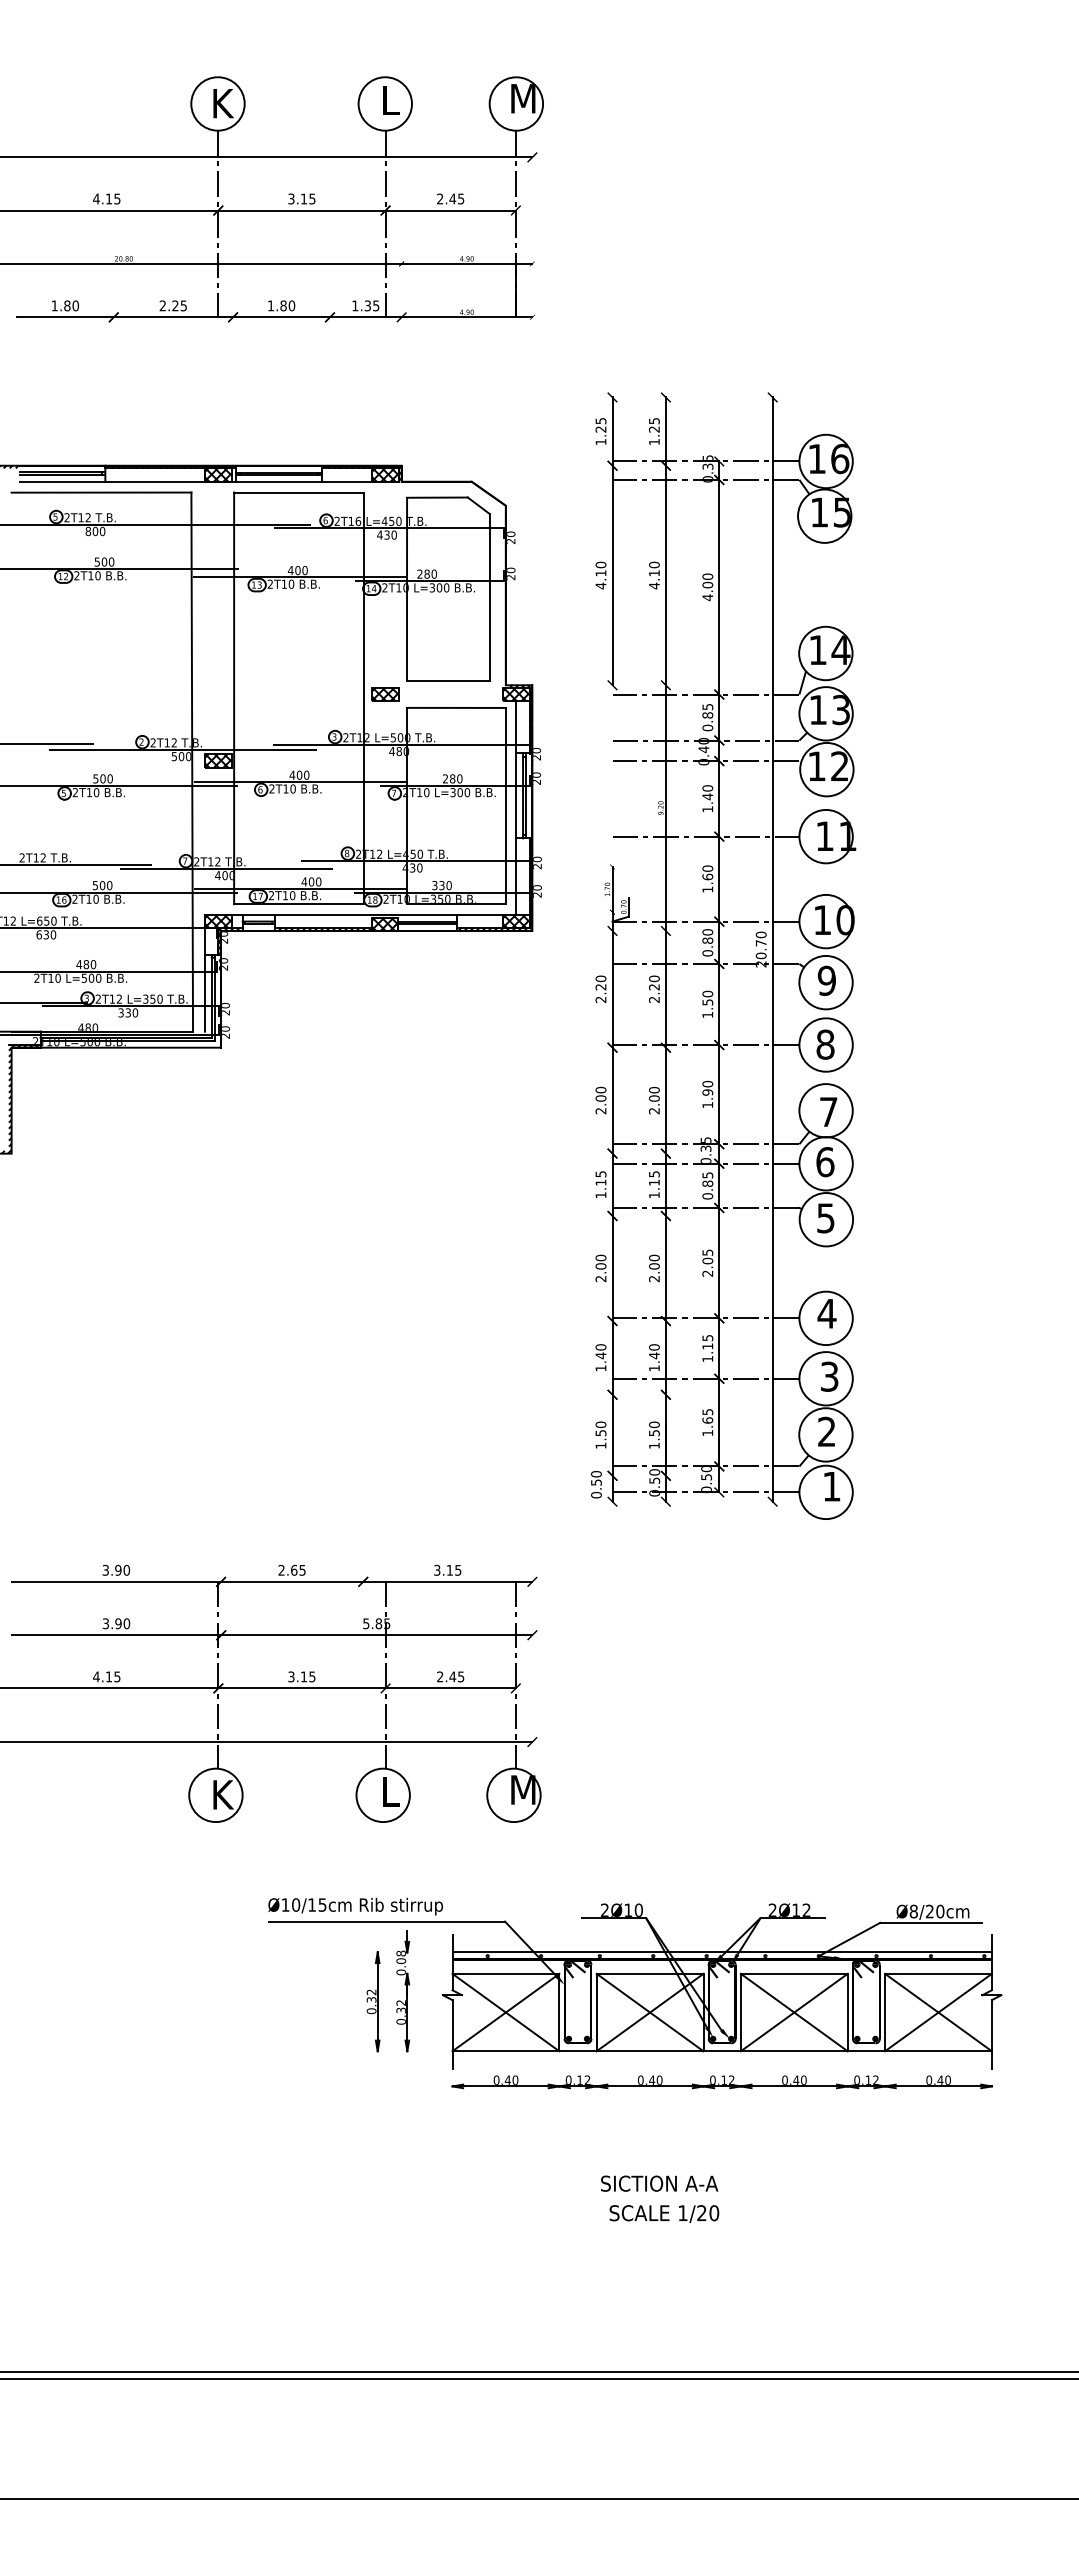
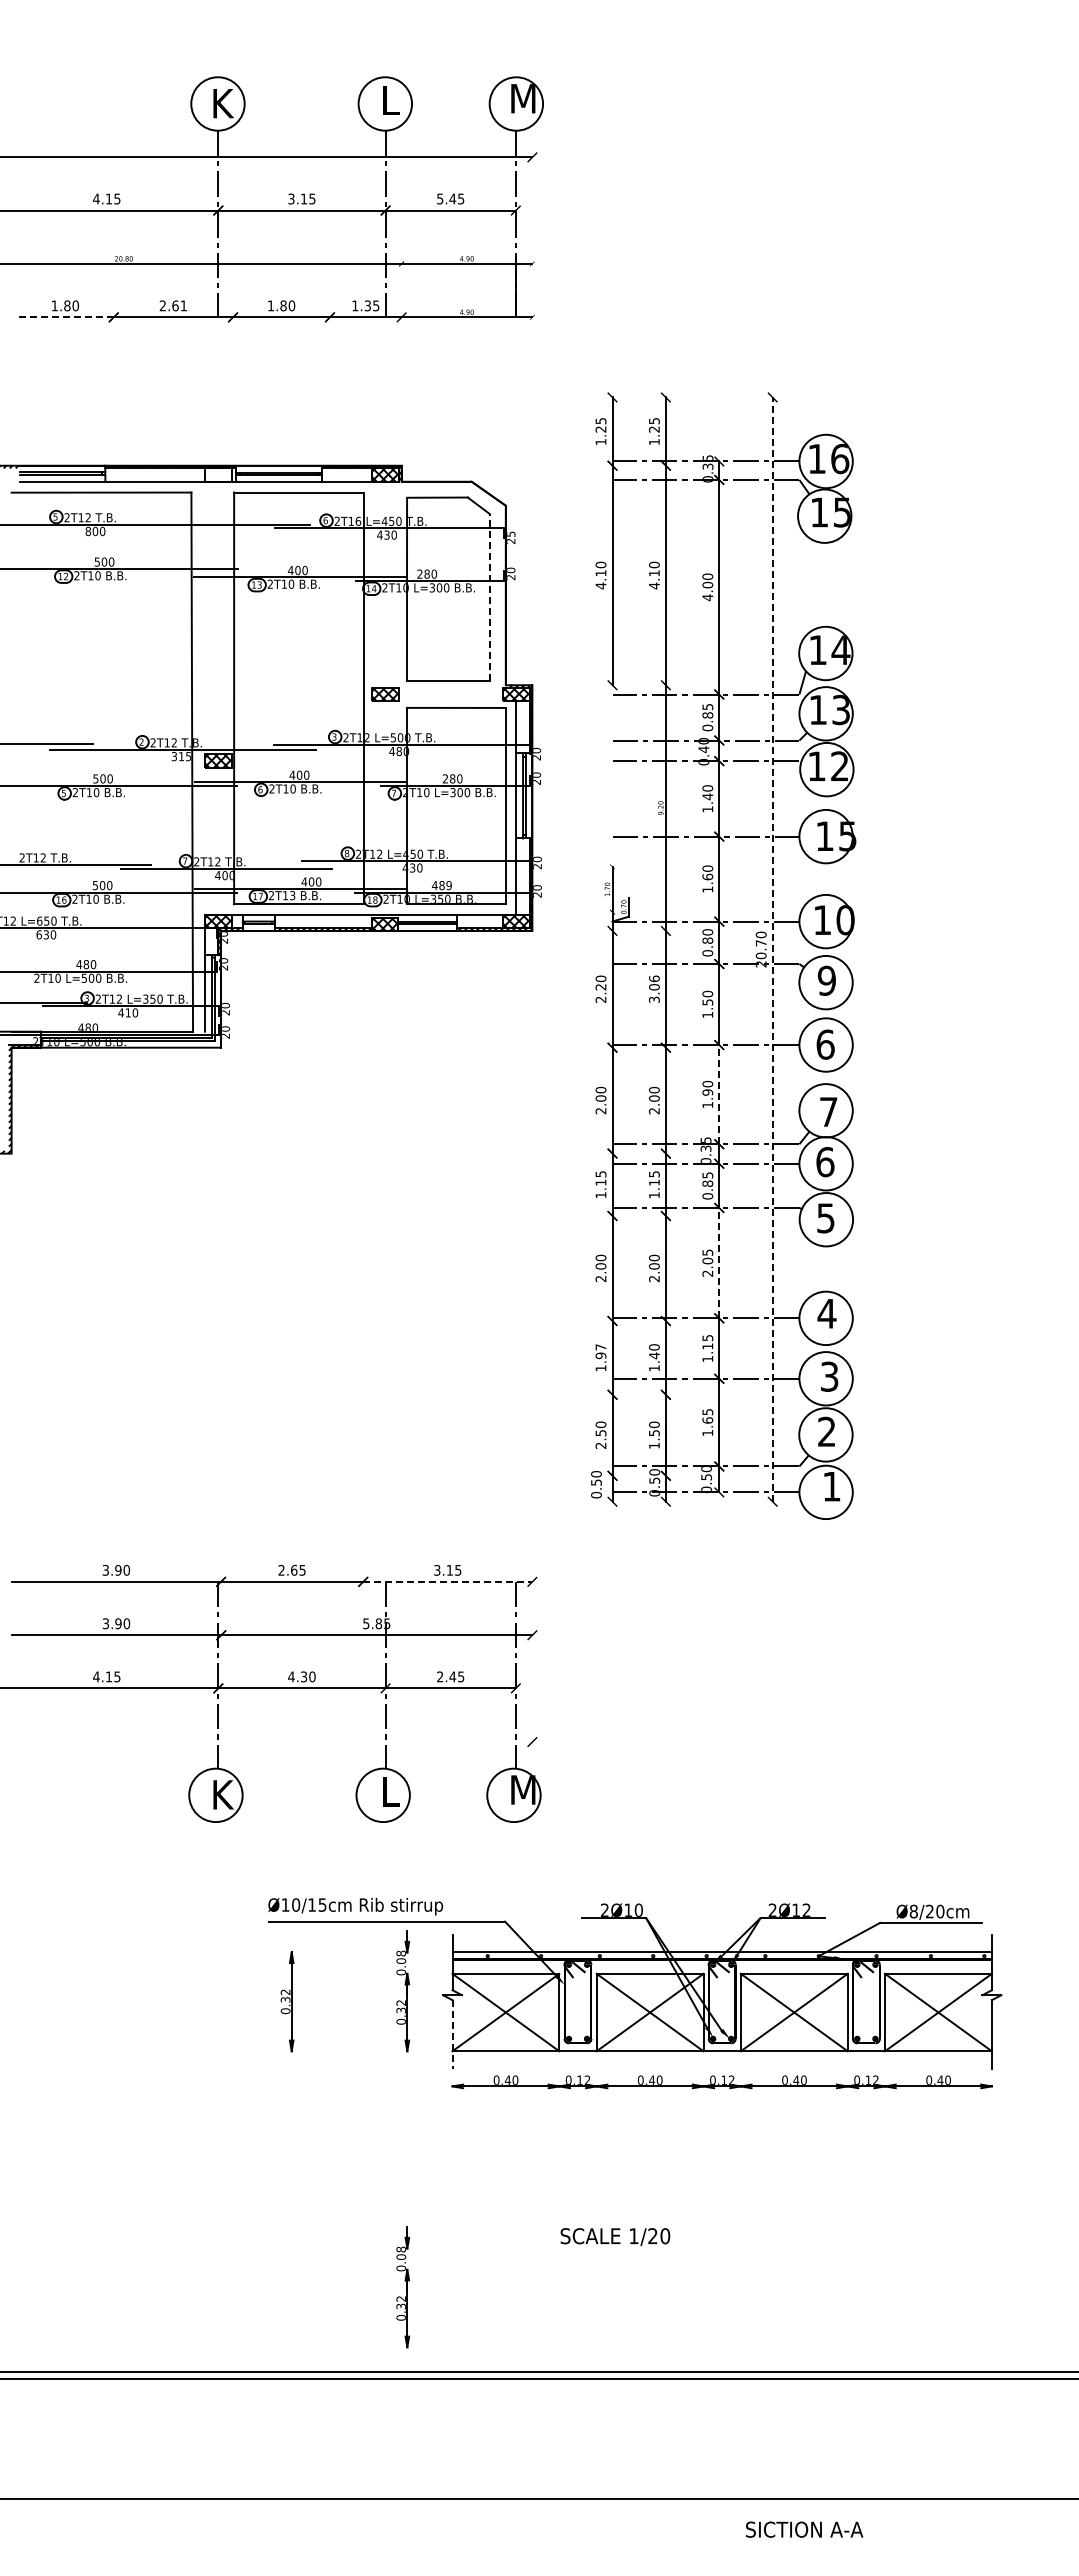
text at (440, 198): 2.45 -> 5.45
text at (179, 305): 2.25 -> 2.61
line at (64, 317): solid -> dashed
hatch at (218, 474): present -> none
text at (511, 533): 20 -> 25
line at (489, 597): solid -> dashed
text at (181, 756): 500 -> 315
text at (847, 836): 11 -> 15
text at (441, 885): 330 -> 489
text at (292, 895): 2T10 -> 2T13
line at (772, 949): solid -> dashed
text at (654, 988): 2.20 -> 3.06
text at (124, 1012): 330 -> 410
text at (825, 1044): 8 -> 6
line at (719, 1094): solid -> dashed
line at (719, 1262): solid -> dashed
text at (600, 1351): 1.40 -> 1.97
text at (600, 1445): 1.50 -> 2.50
line at (447, 1581): solid -> dashed
text at (301, 1676): 3.15 -> 4.30
line at (267, 1742): present -> none
part at (373, 2001) position: (373, 2001) -> (287, 2001)
line at (452, 2034): solid -> dashed
text at (659, 2183) position: (659, 2183) -> (804, 2529)
text at (664, 2213) position: (664, 2213) -> (615, 2236)
part at (403, 2287): none -> present
